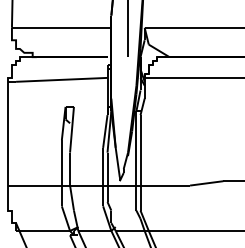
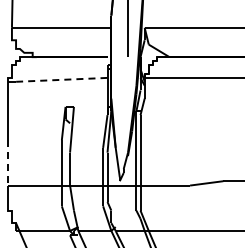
line at (61, 79): solid -> dashed
line at (7, 162): solid -> dashed
